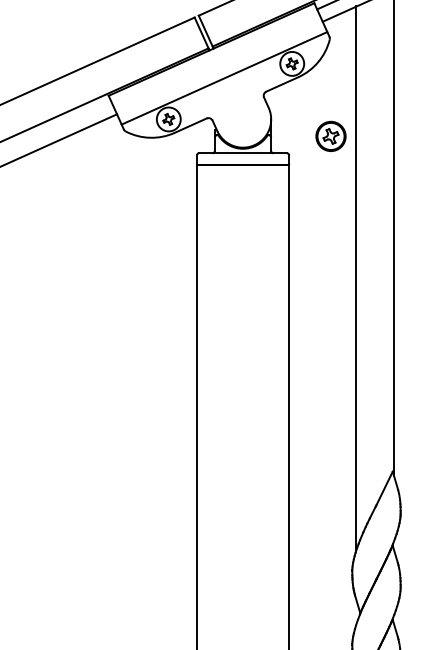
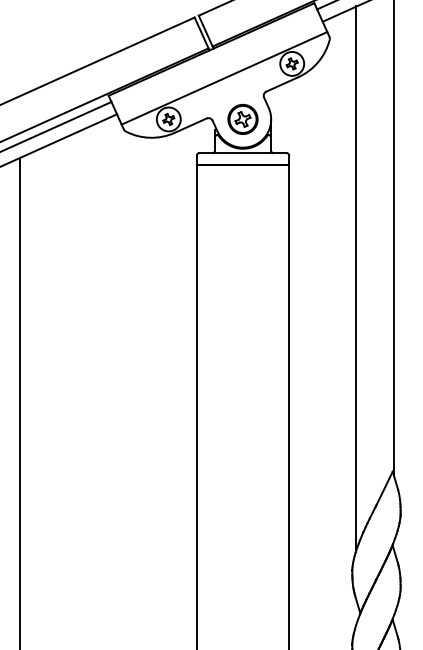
line at (56, 126): none -> present
part at (330, 135) position: (330, 135) -> (242, 118)
line at (19, 402): none -> present
